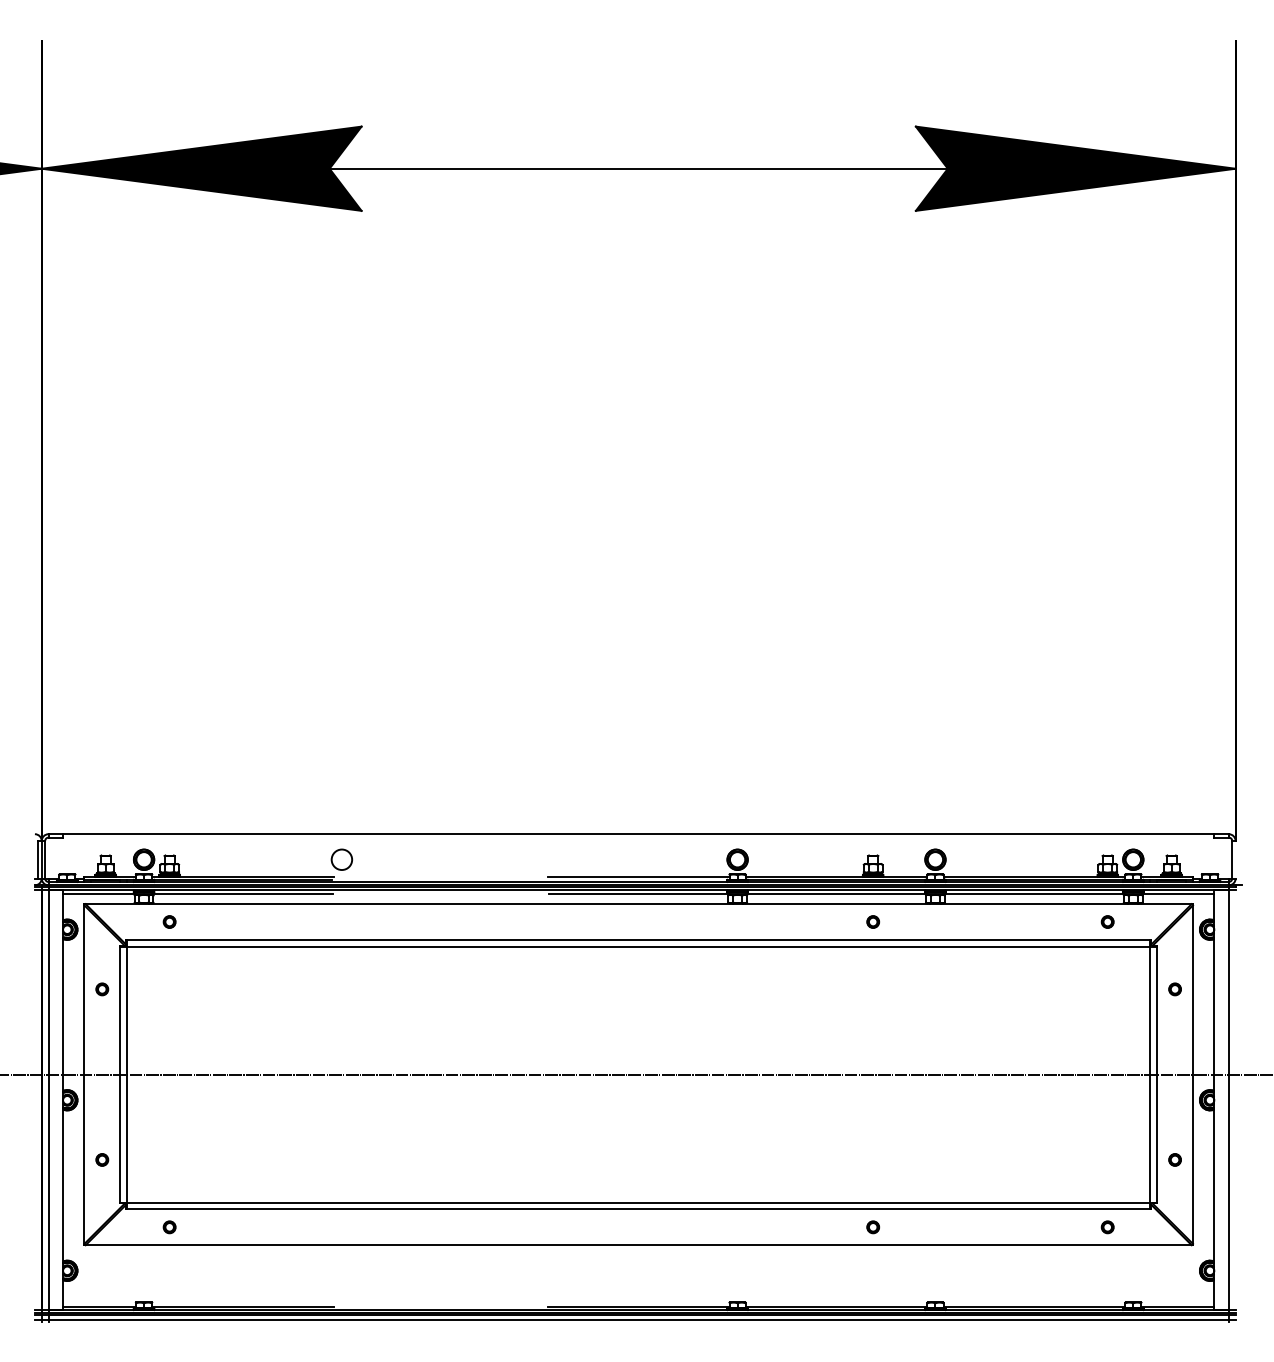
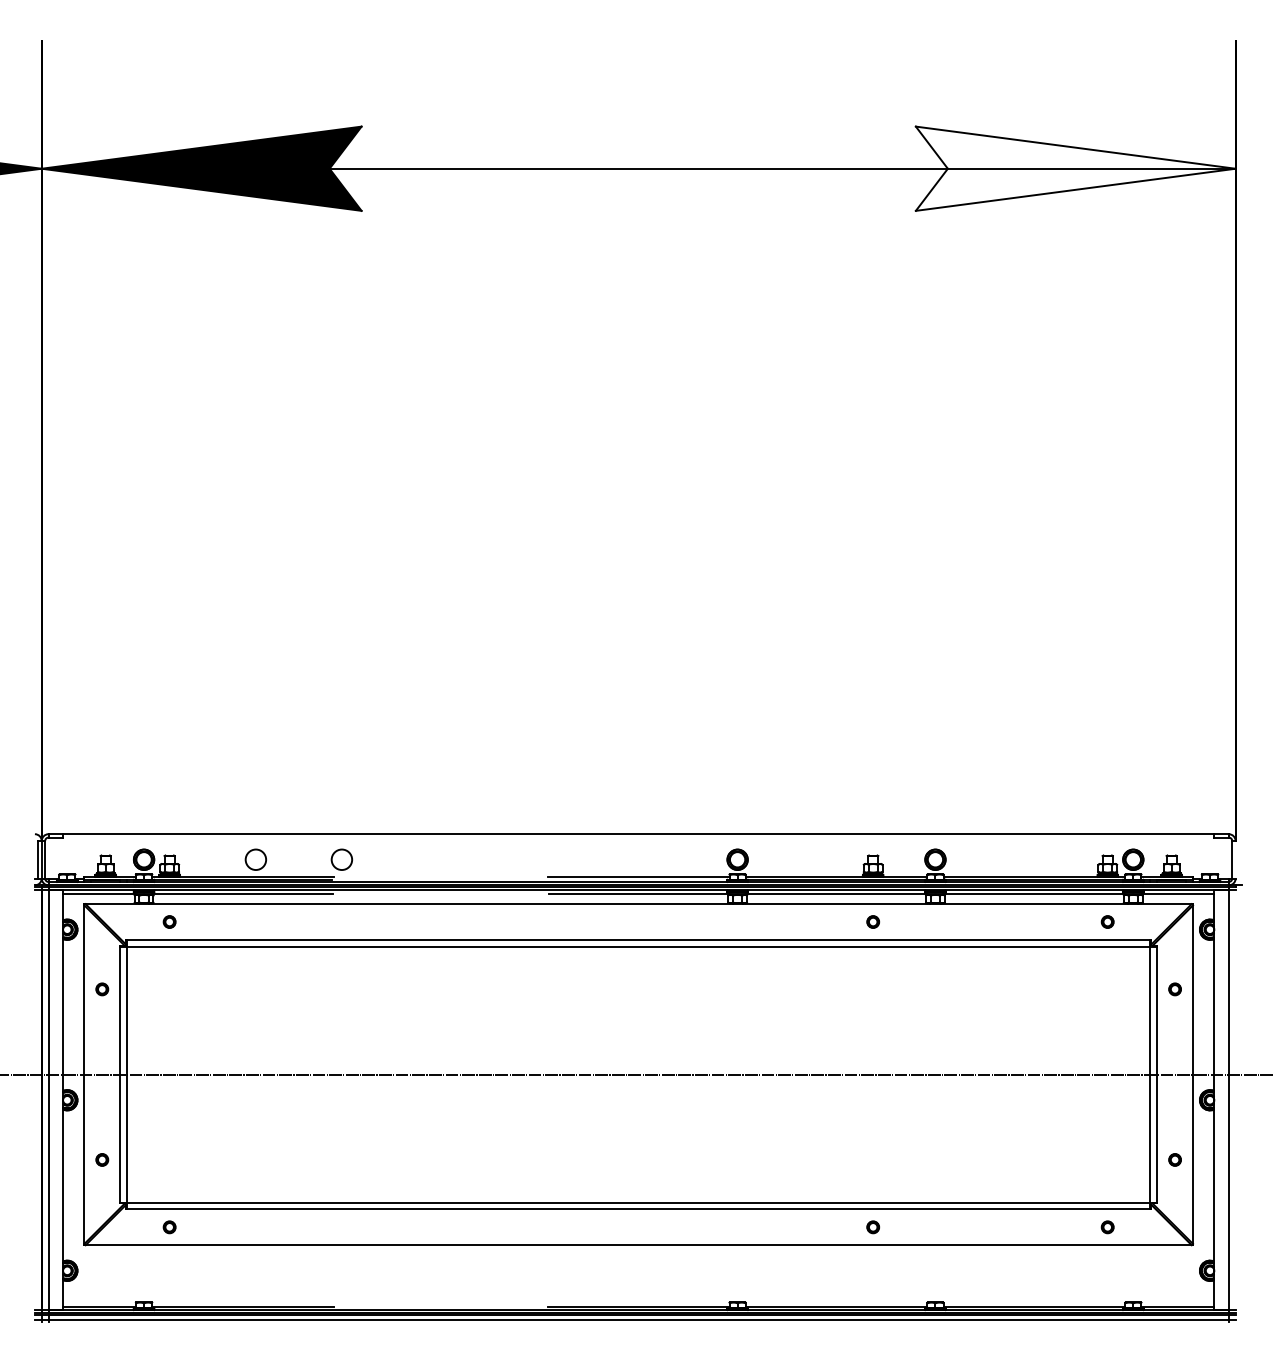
fill at (1075, 168): present -> none
circle at (255, 859): none -> present
